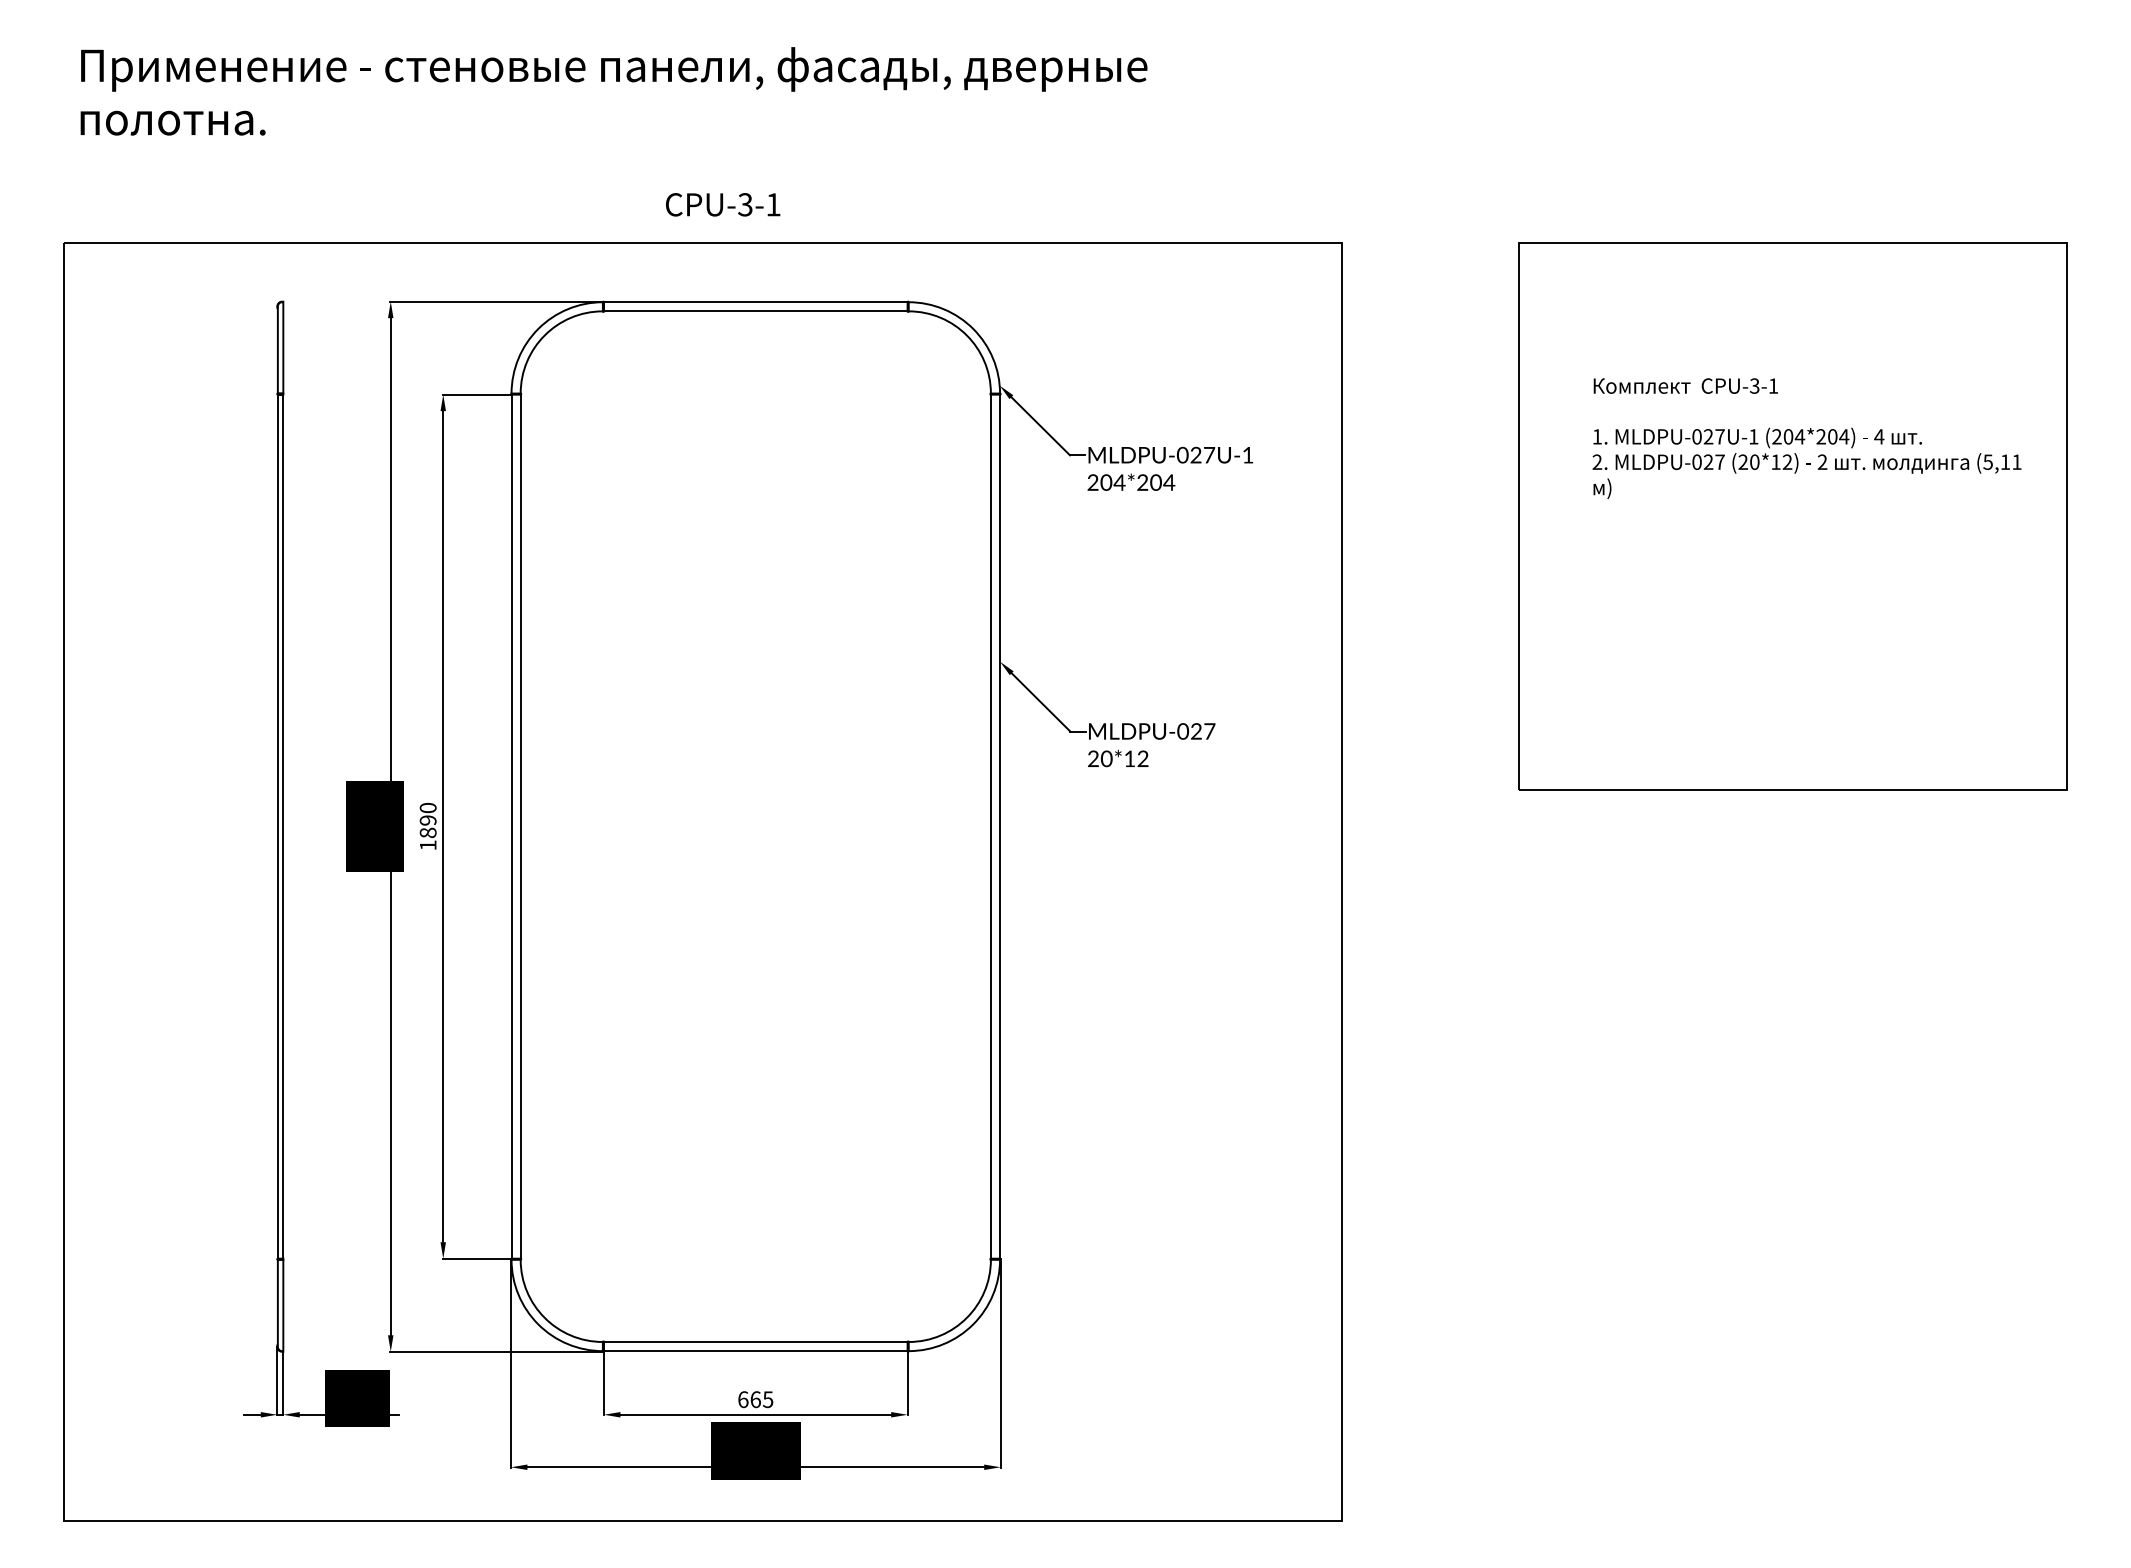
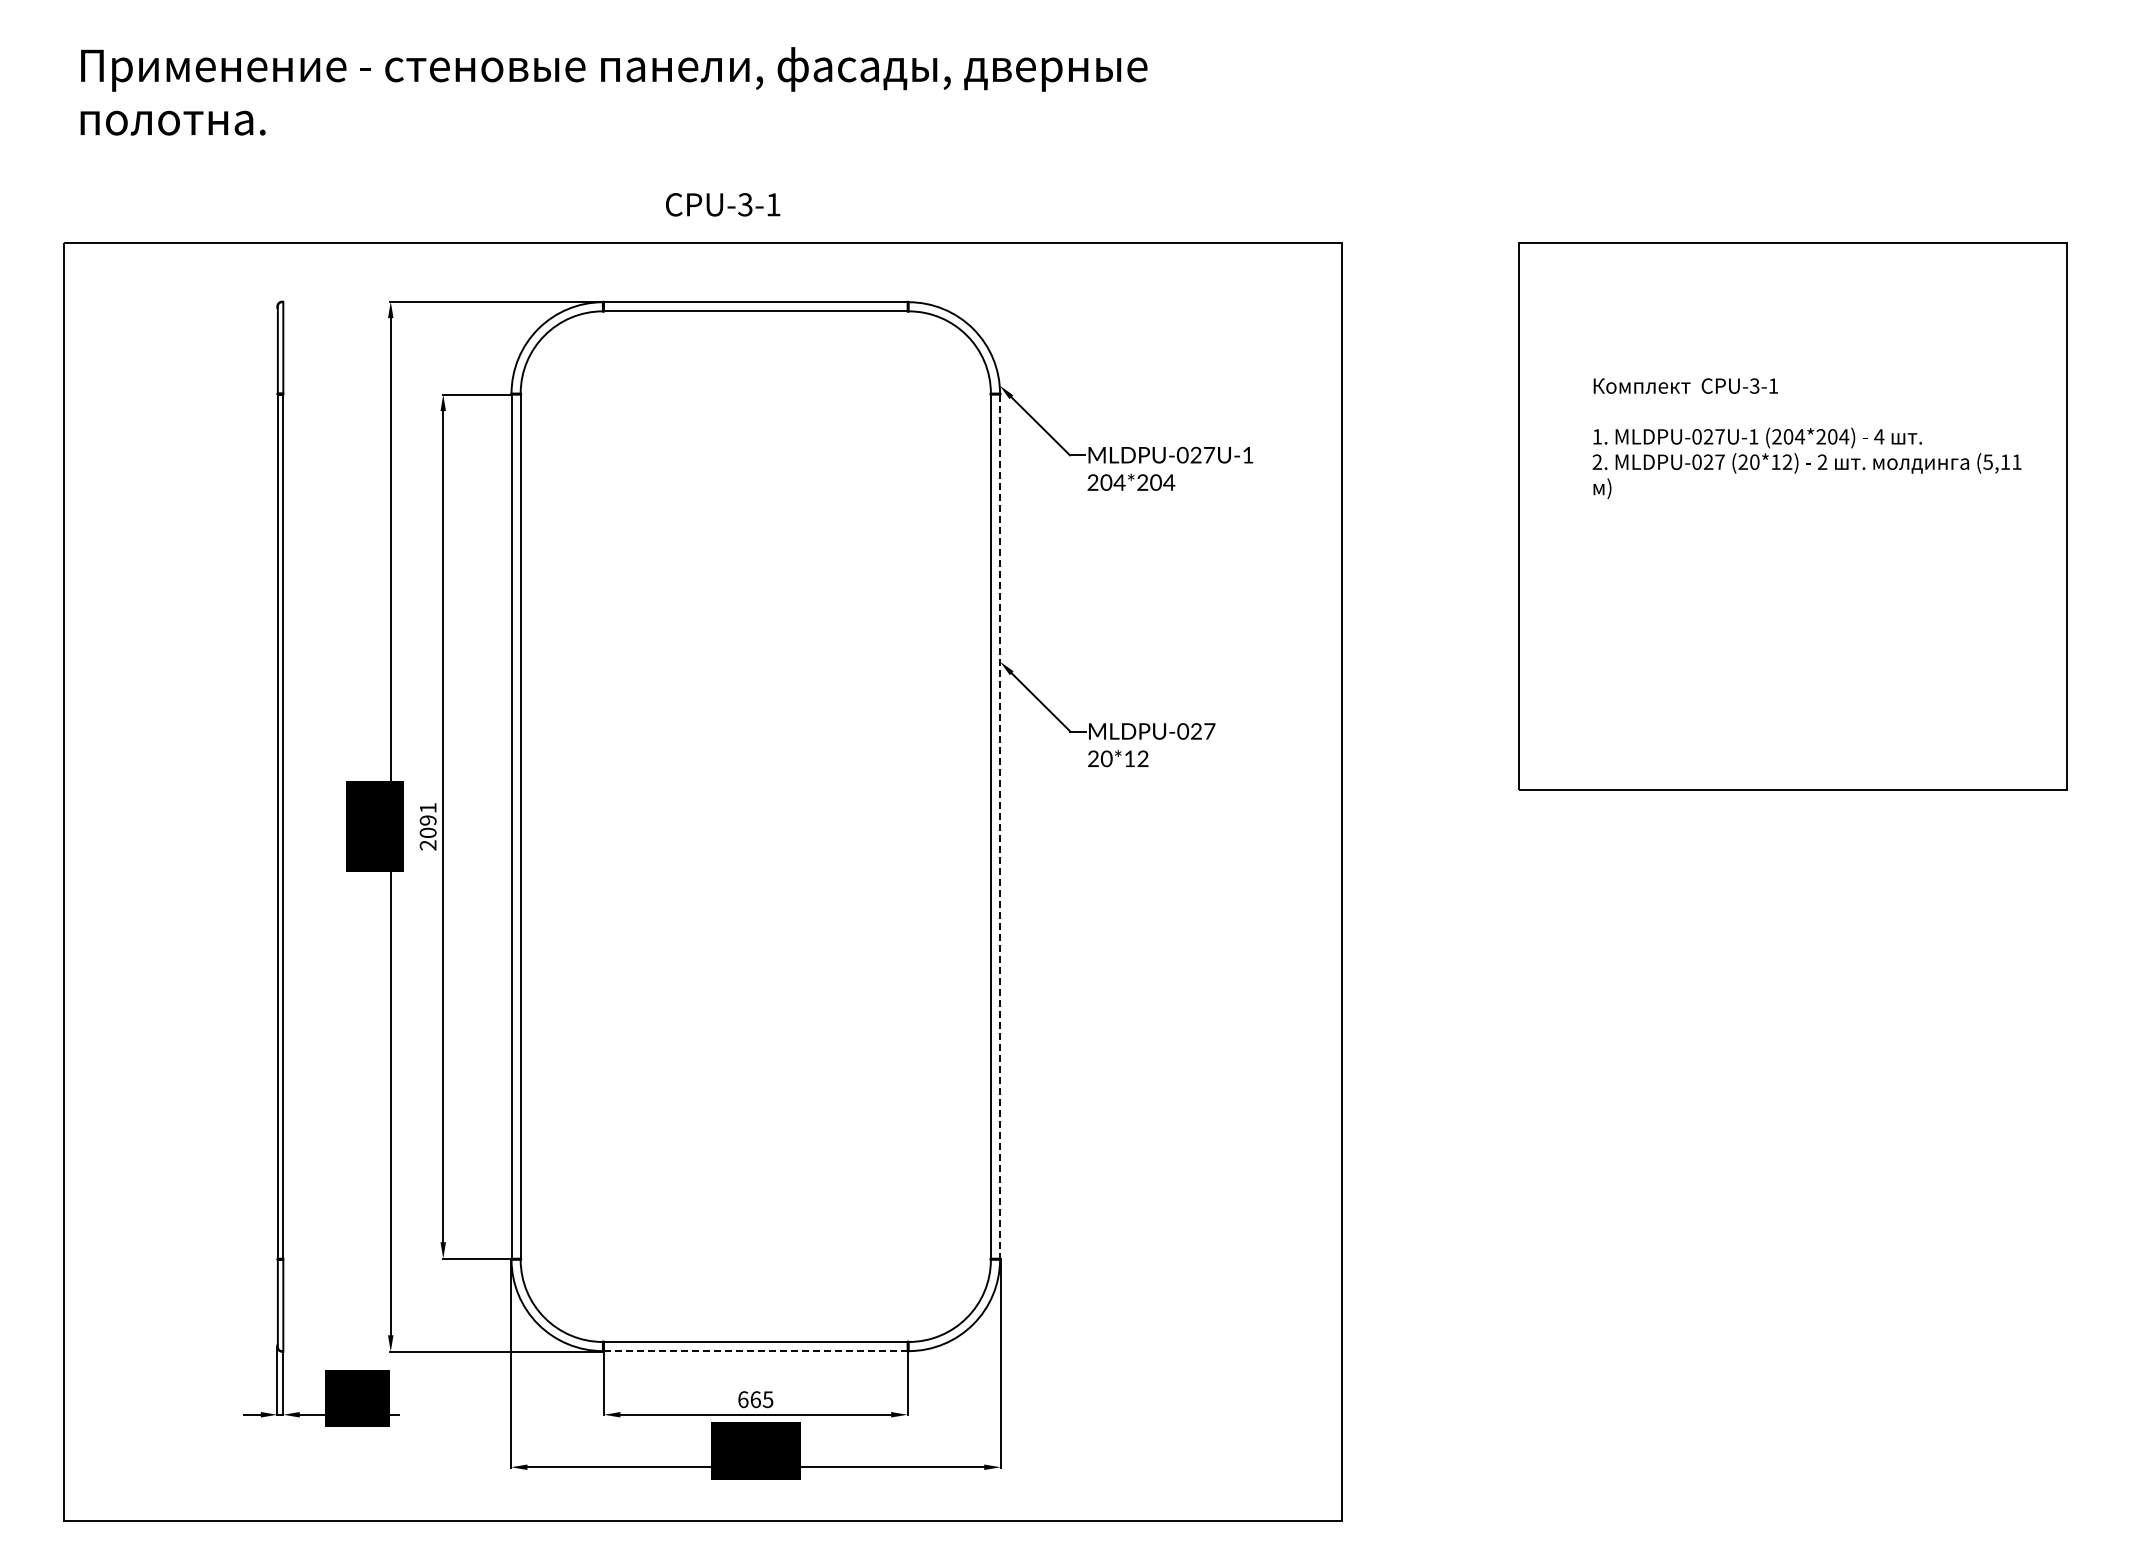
text at (427, 826): 1890 -> 2091
line at (1000, 826): solid -> dashed
line at (755, 1351): solid -> dashed
